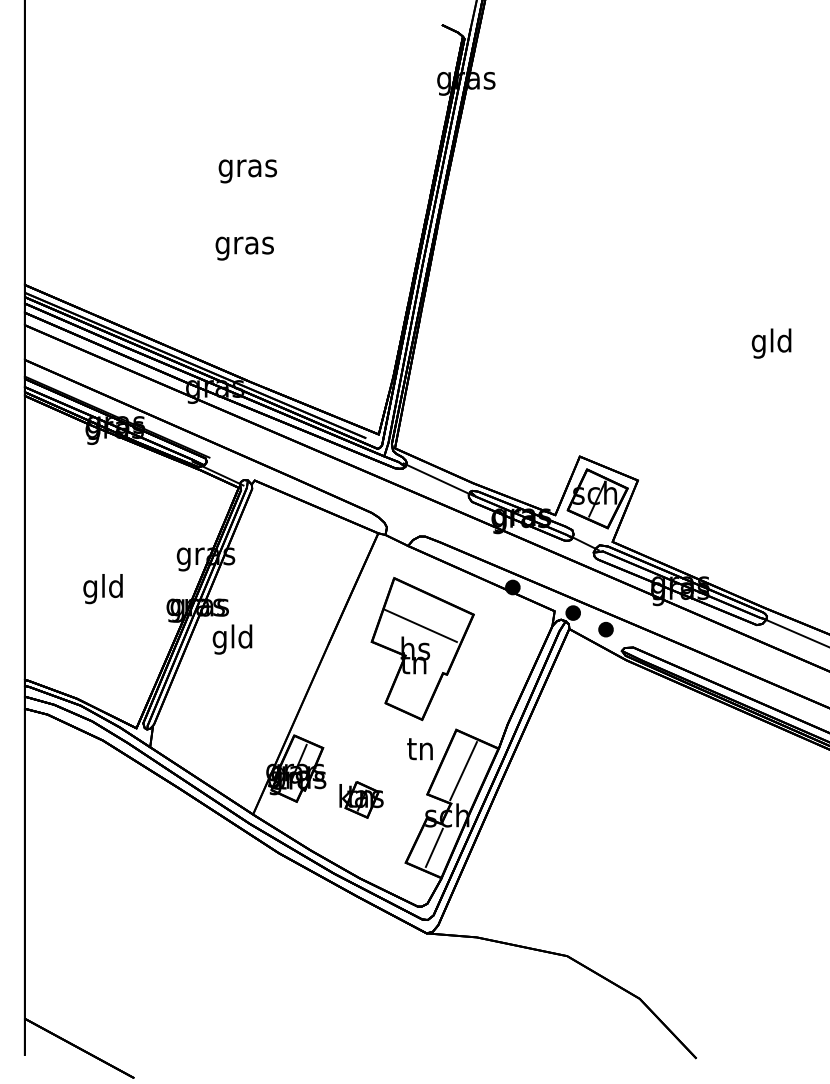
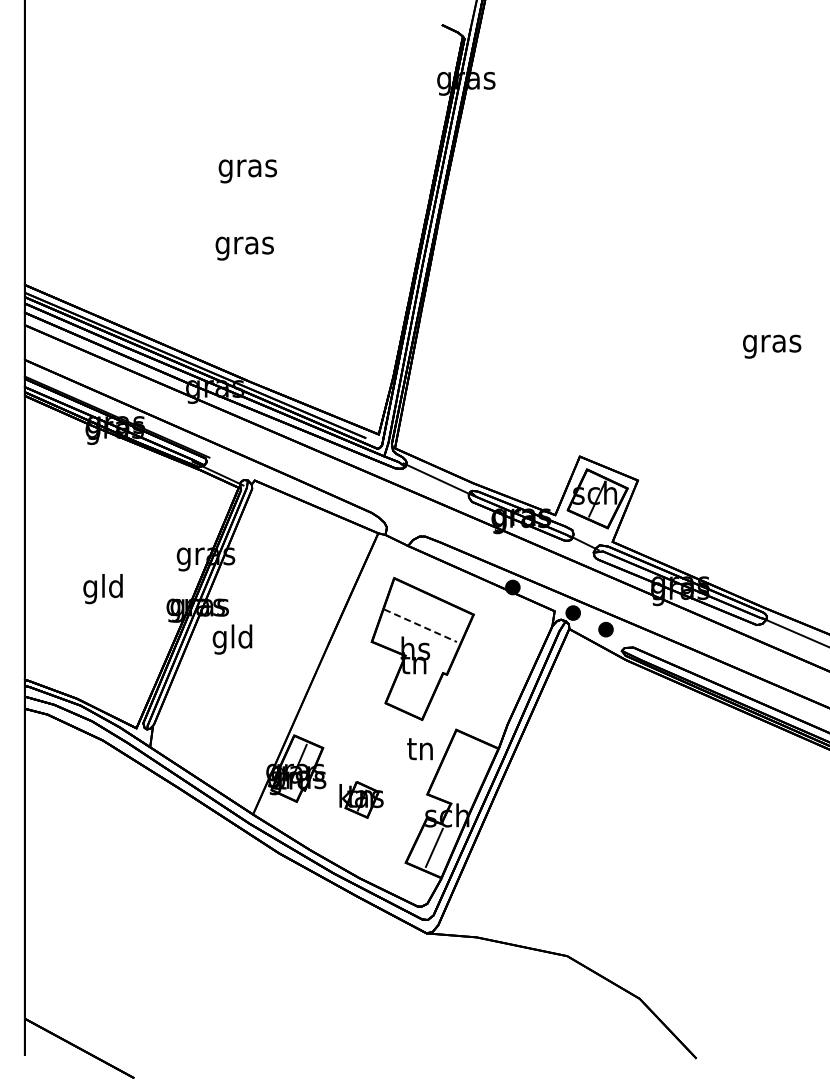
text at (772, 343): gld -> gras
line at (420, 625): solid -> dashed
line at (463, 771): present -> none
